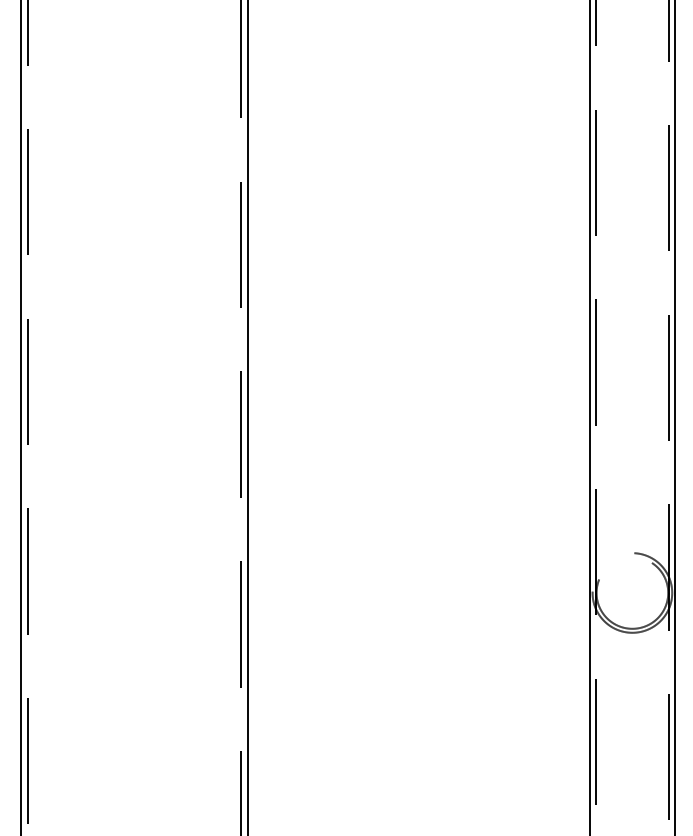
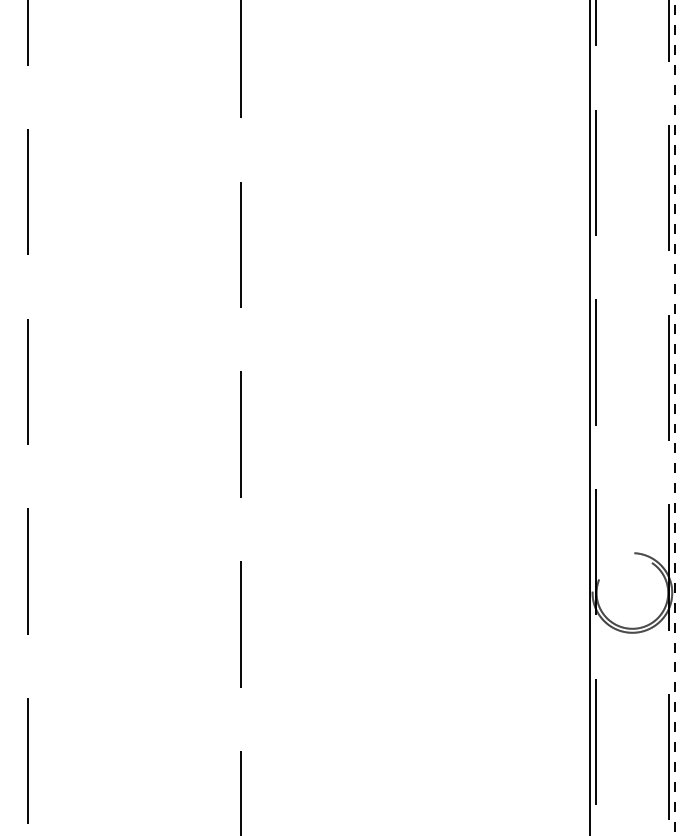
line at (20, 417): present -> none
line at (248, 417): present -> none
line at (674, 417): solid -> dashed
